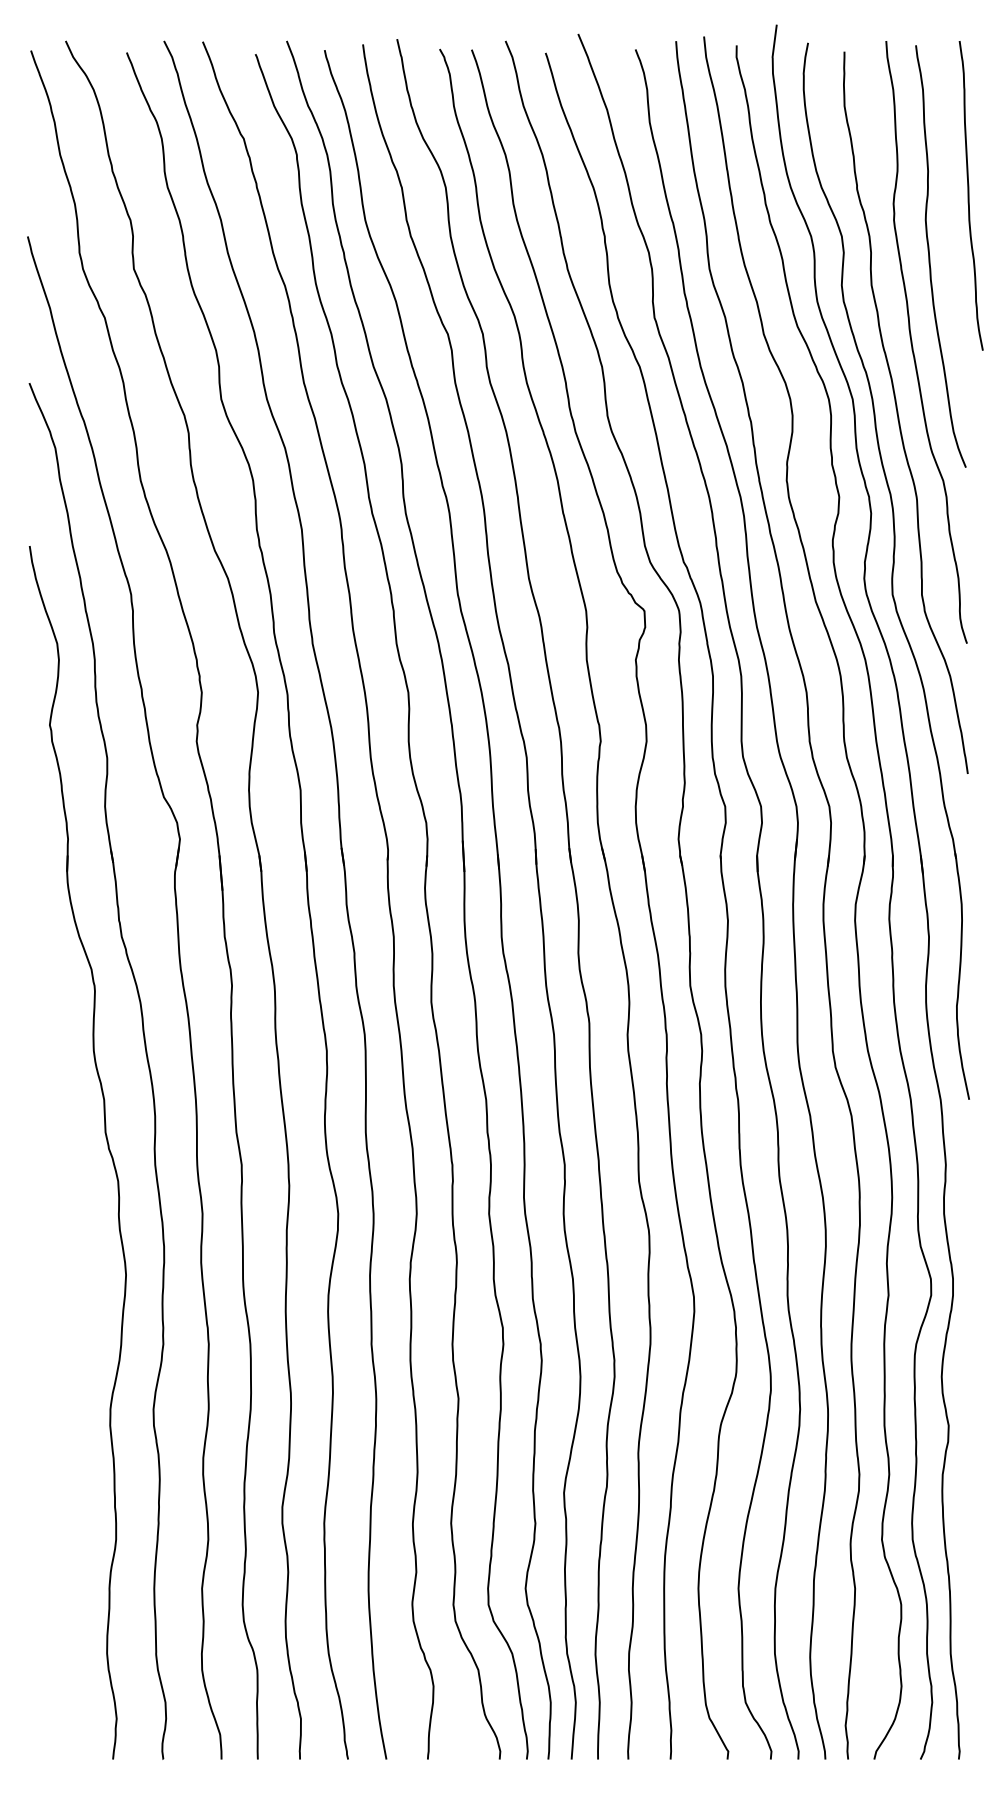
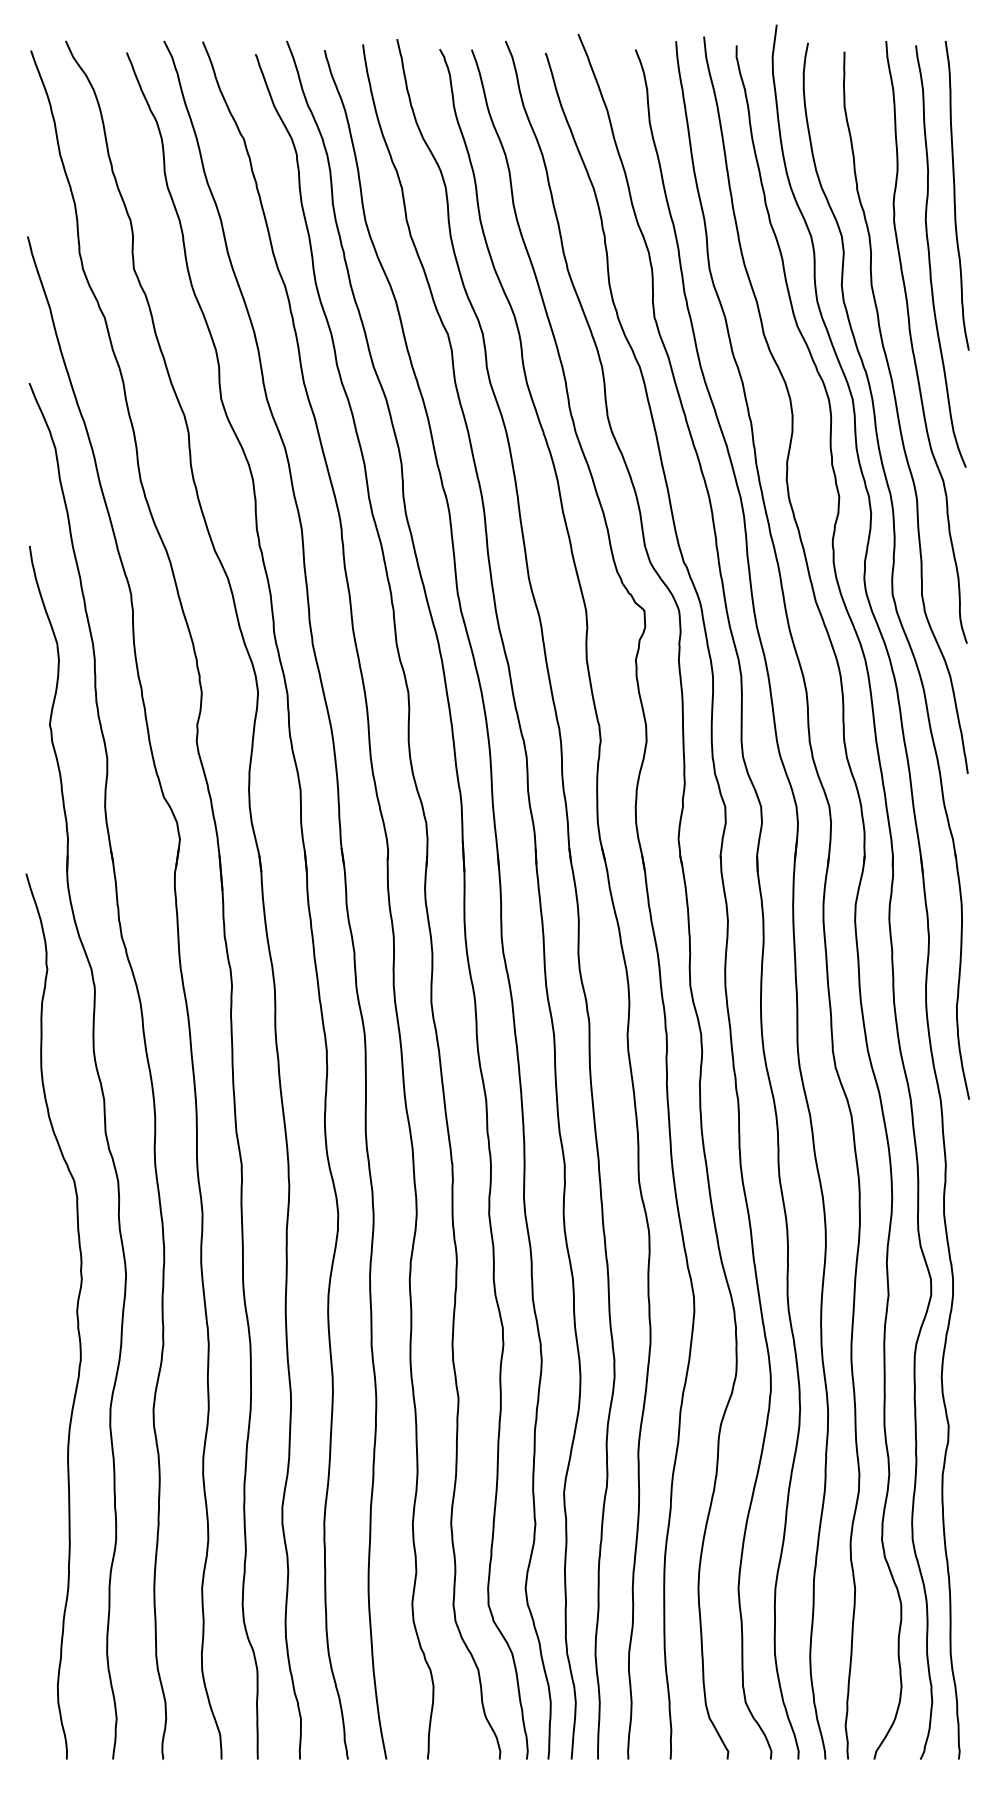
curve at (969, 195) position: (969, 195) -> (955, 195)
curve at (76, 1316): none -> present
